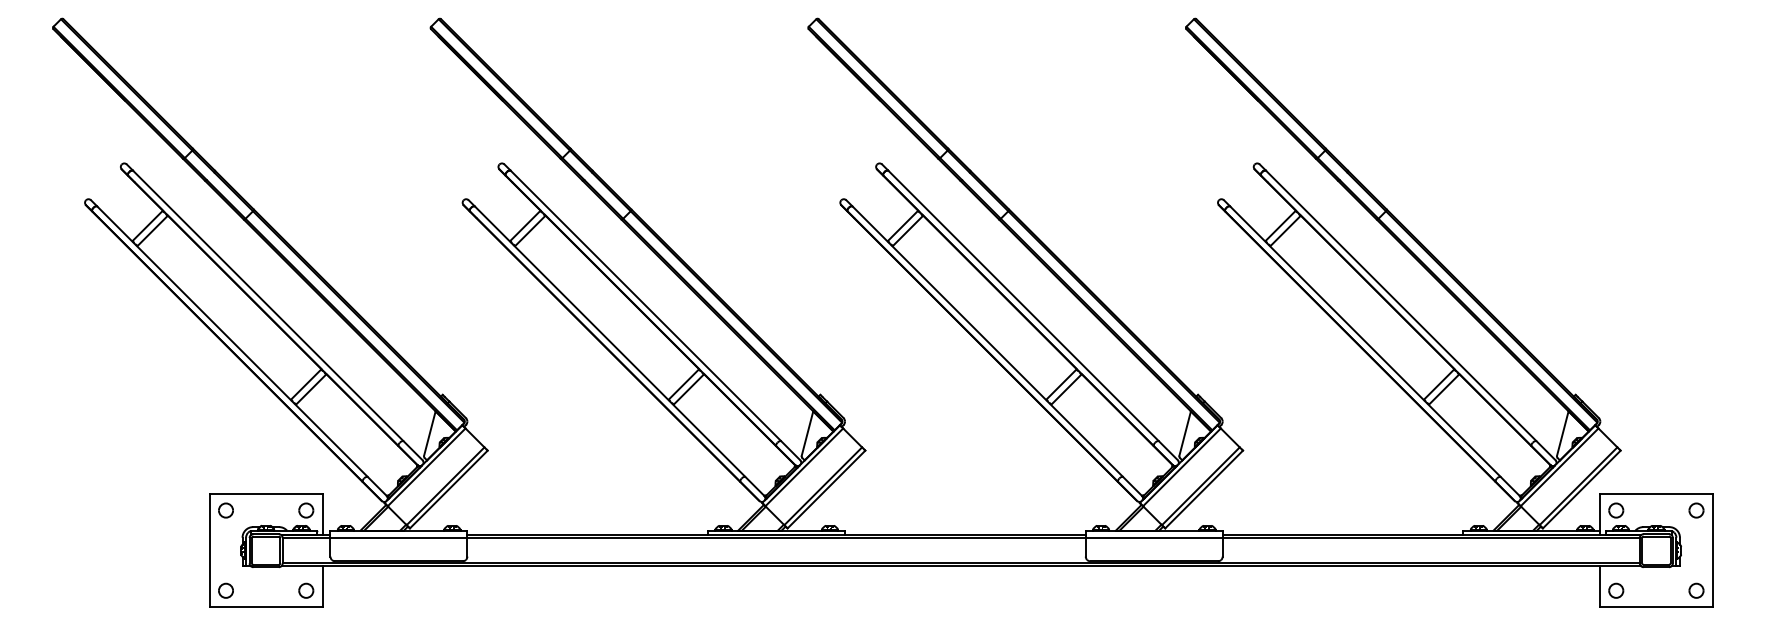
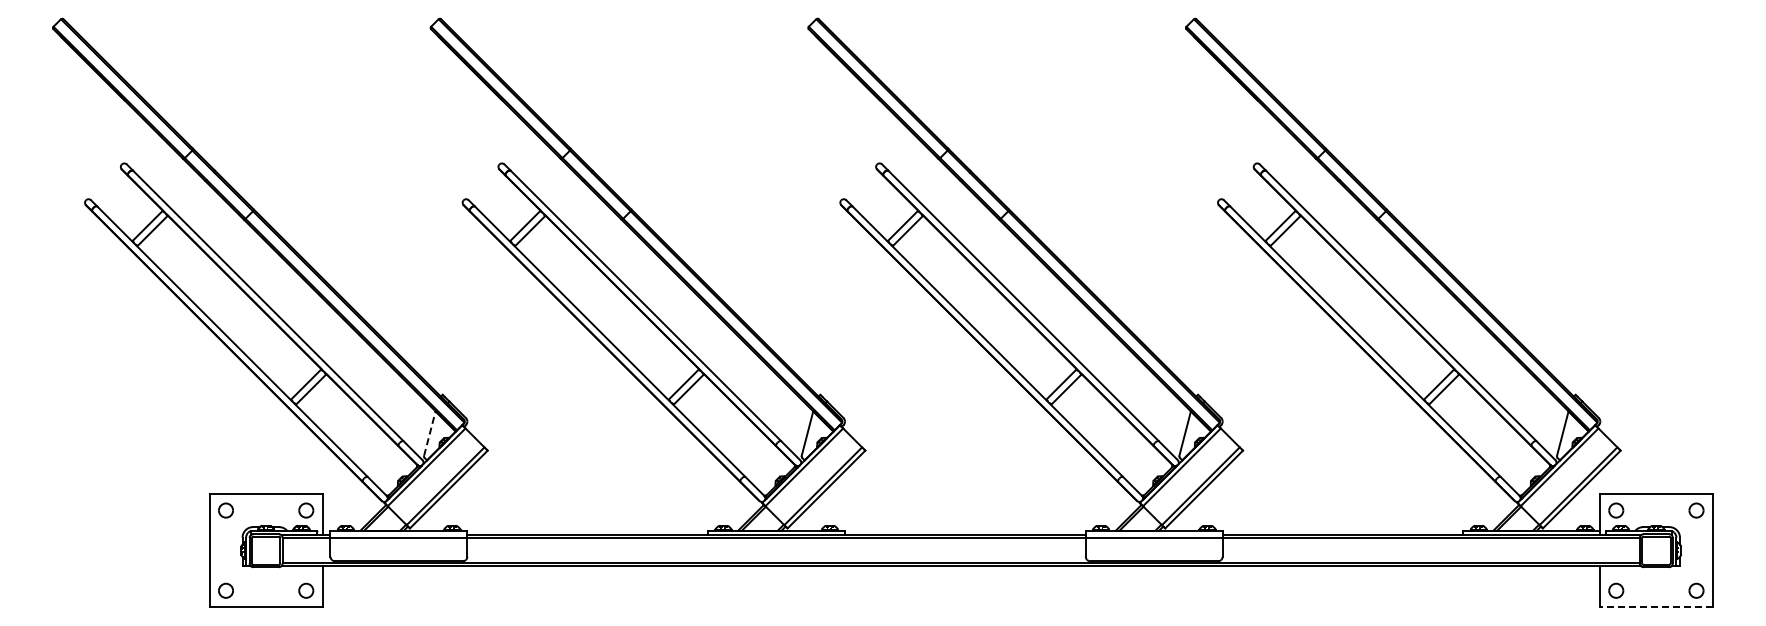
line at (429, 433): solid -> dashed
line at (1656, 607): solid -> dashed
